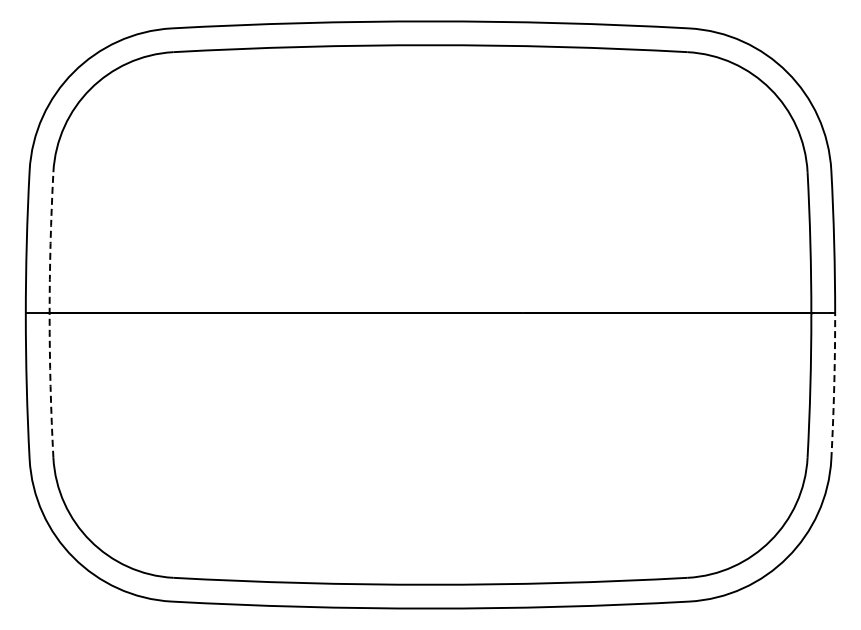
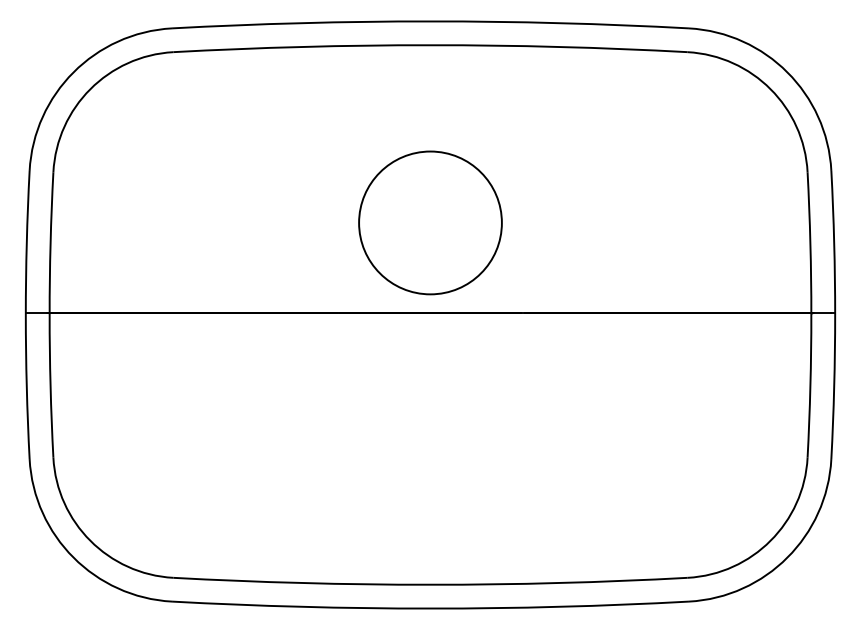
circle at (430, 222): none -> present
arc at (49, 314): dashed -> solid
arc at (834, 387): dashed -> solid
